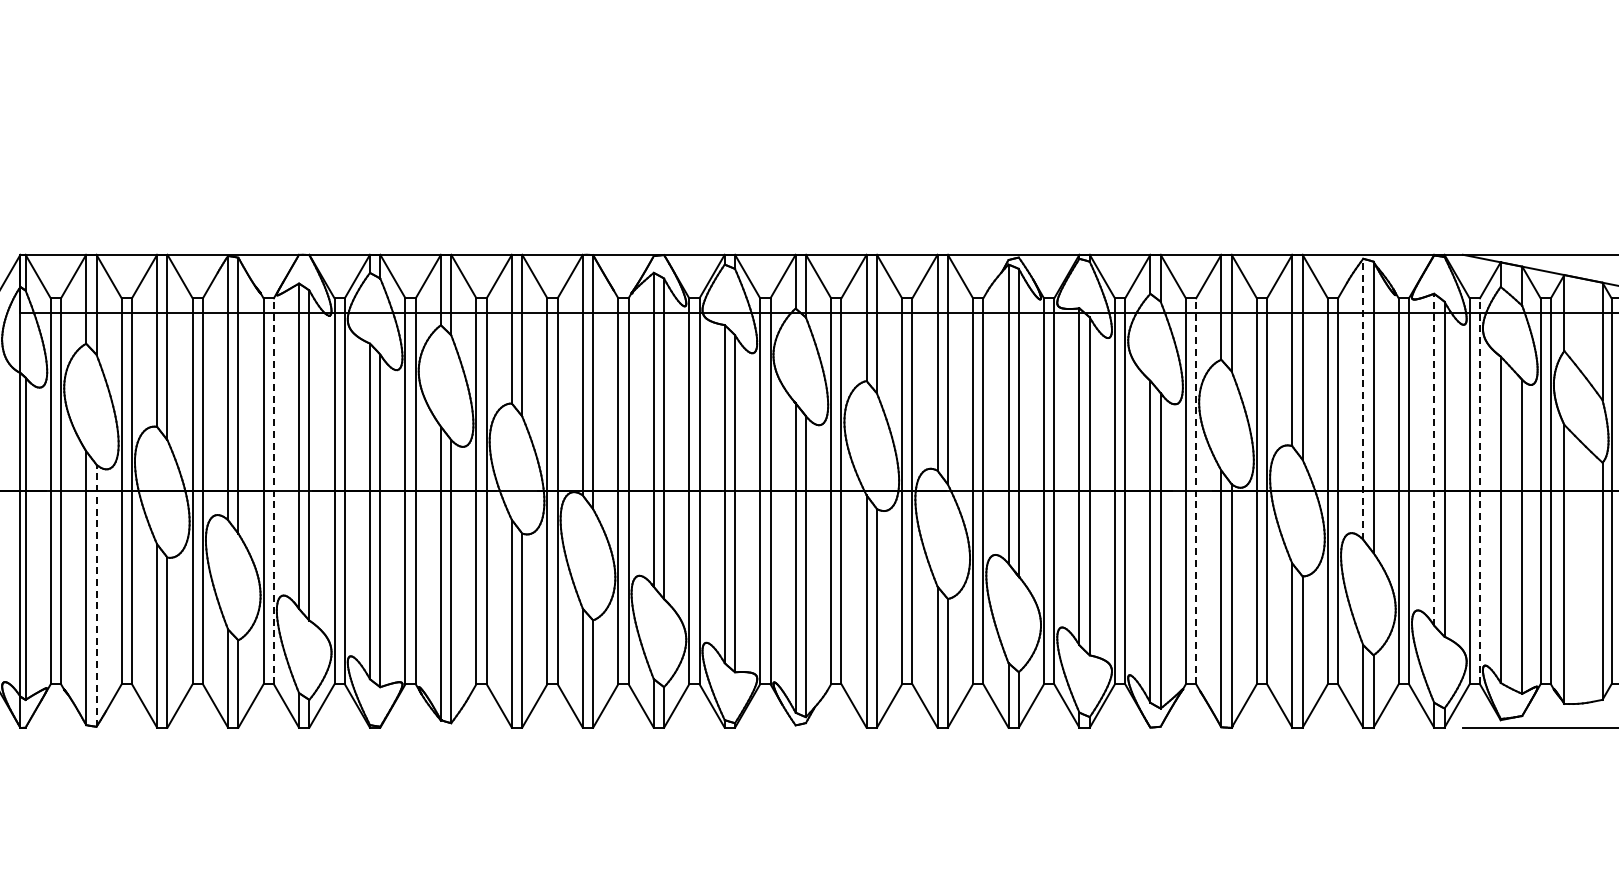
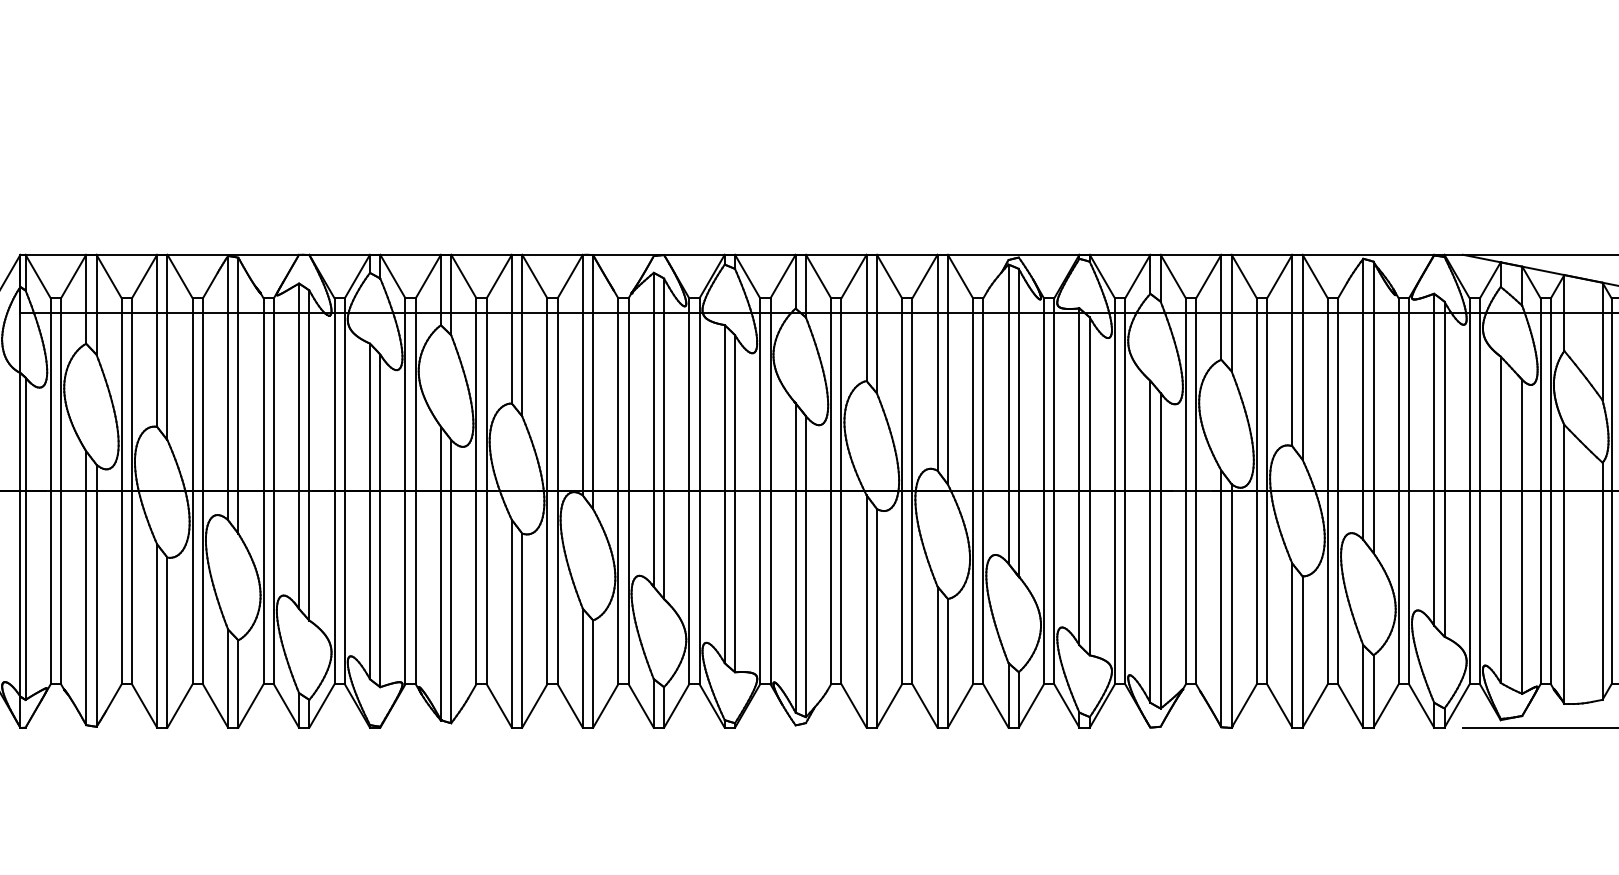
line at (1363, 398): dashed -> solid
line at (1434, 459): dashed -> solid
line at (273, 491): dashed -> solid
line at (1196, 491): dashed -> solid
line at (1479, 491): dashed -> solid
line at (96, 595): dashed -> solid
